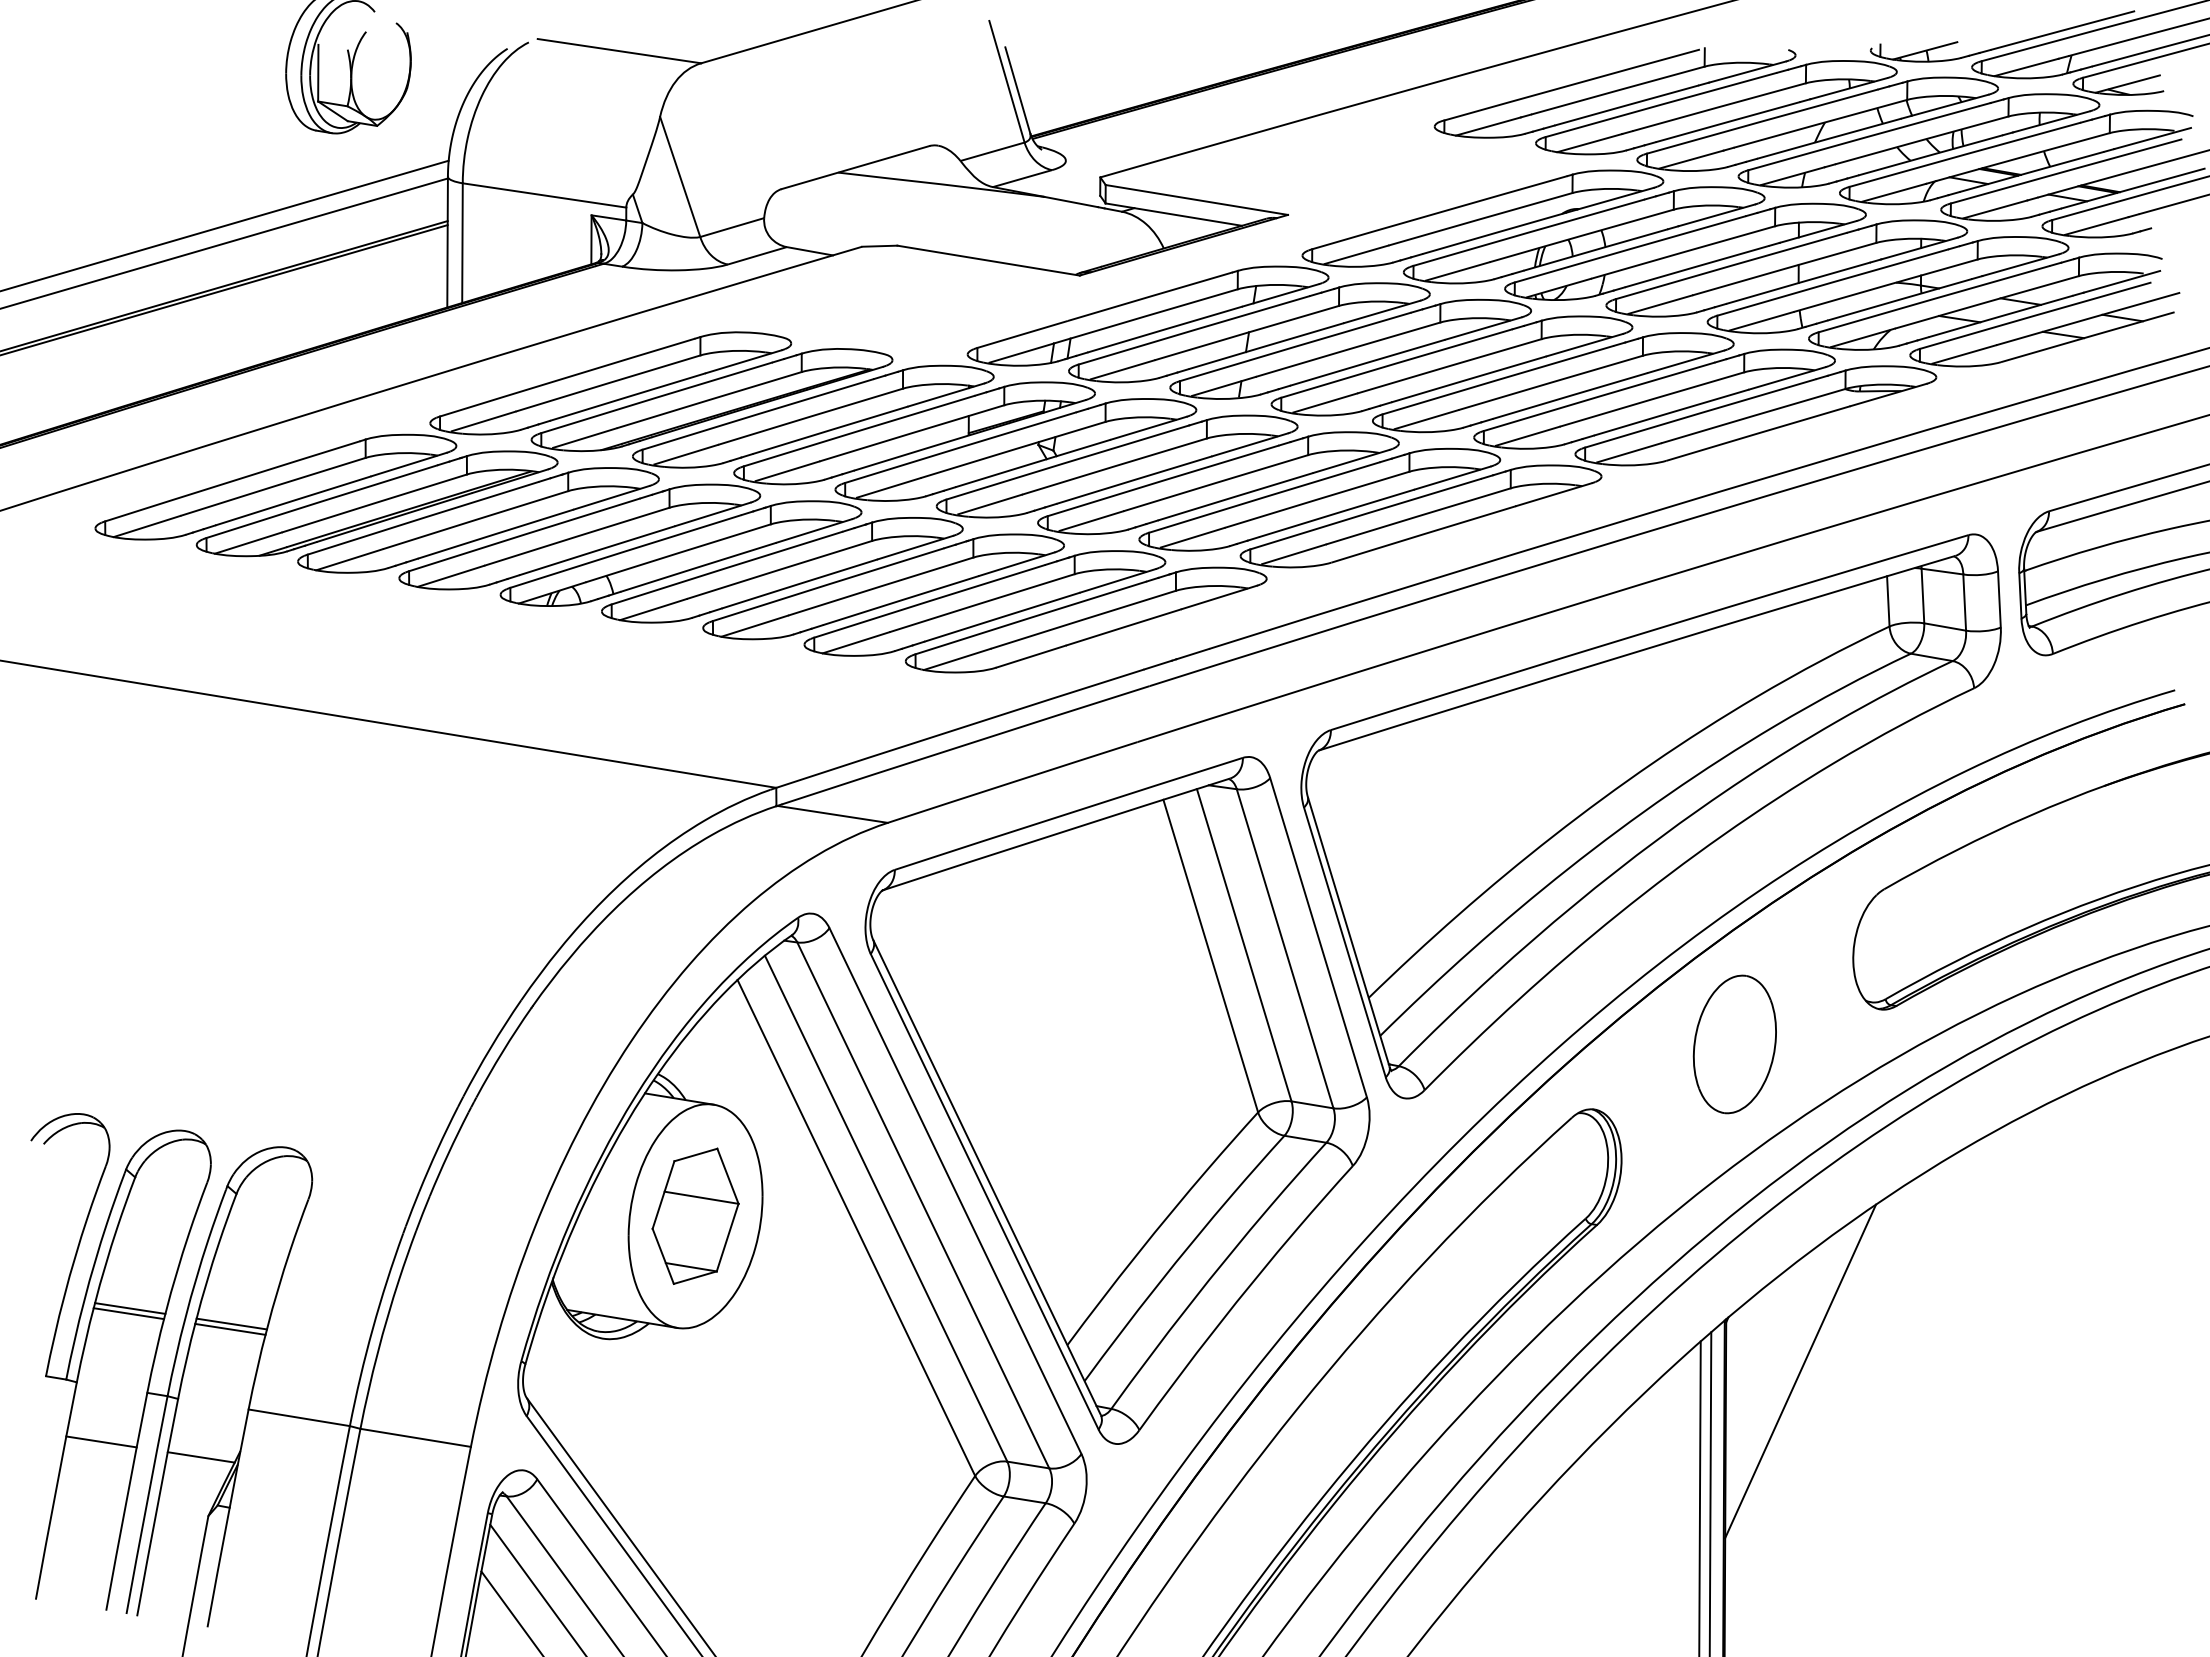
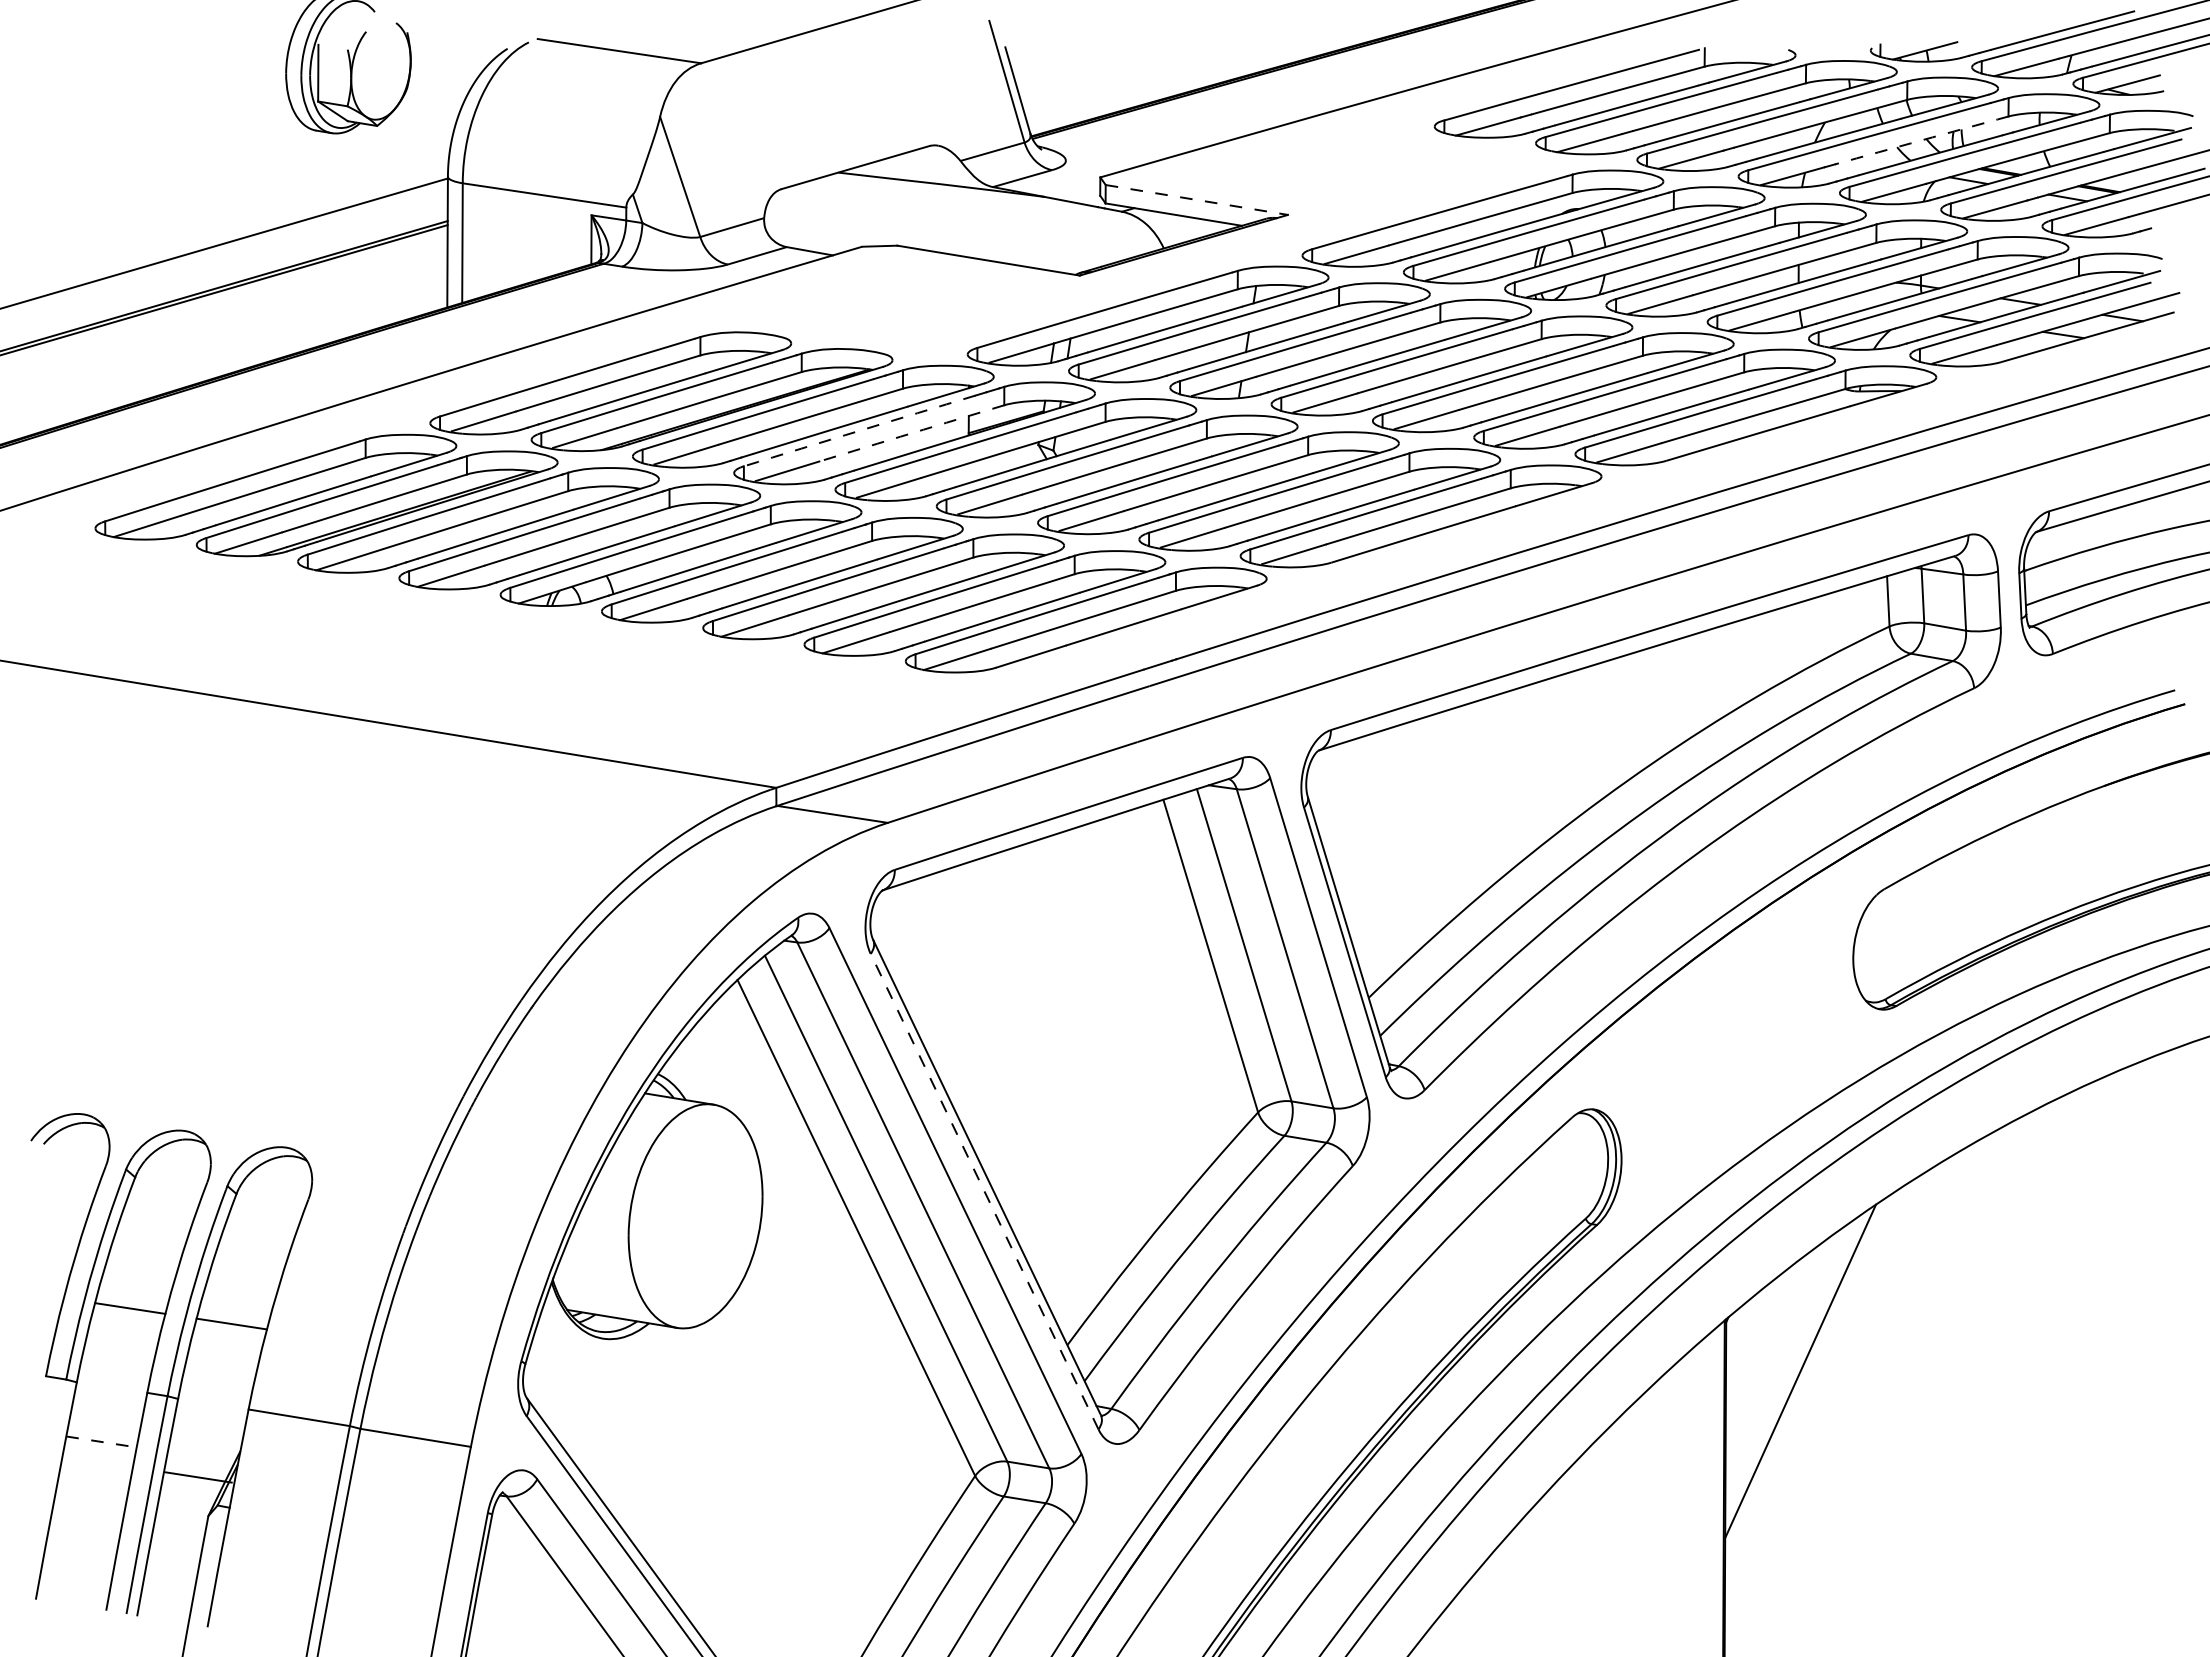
arc at (1921, 140): solid -> dashed
line at (1197, 200): solid -> dashed
line at (225, 225): present -> none
arc at (859, 430): solid -> dashed
arc at (911, 433): solid -> dashed
part at (1734, 1044): present -> none
line at (984, 1191): solid -> dashed
part at (695, 1215): present -> none
line at (128, 1313): present -> none
line at (230, 1328): present -> none
line at (101, 1441): solid -> dashed
line at (200, 1457) position: (200, 1457) -> (197, 1477)
line at (1710, 1492): present -> none
line at (1699, 1497): present -> none
line at (537, 1588): present -> none
line at (511, 1612): present -> none
